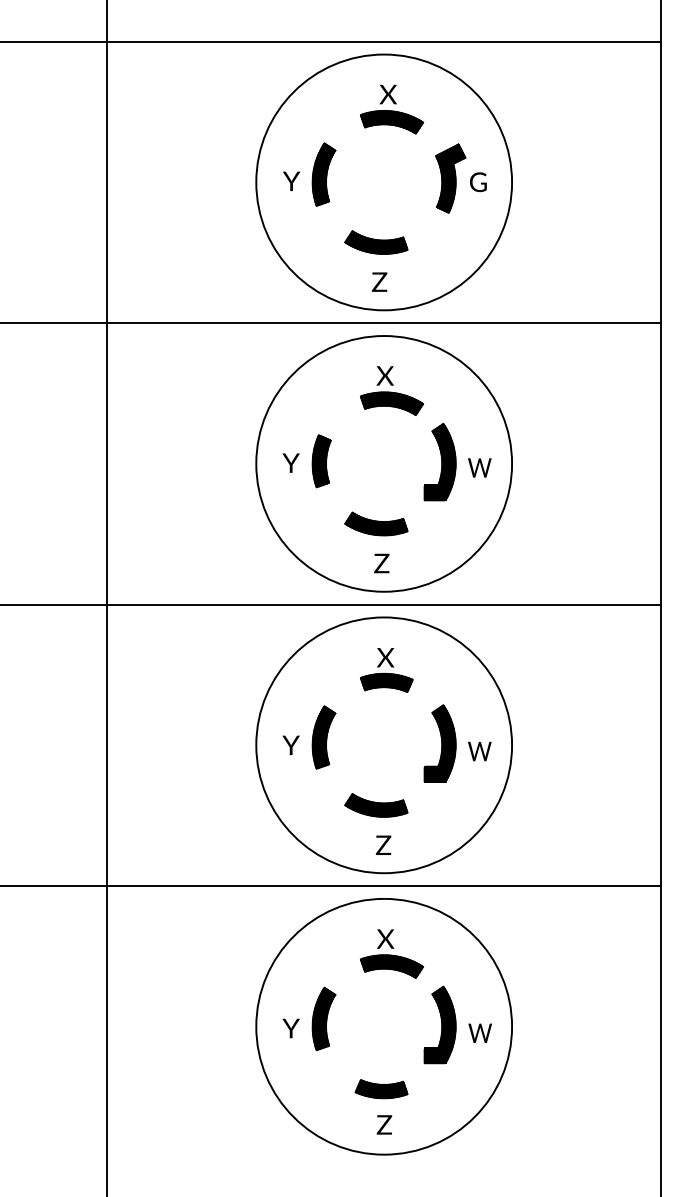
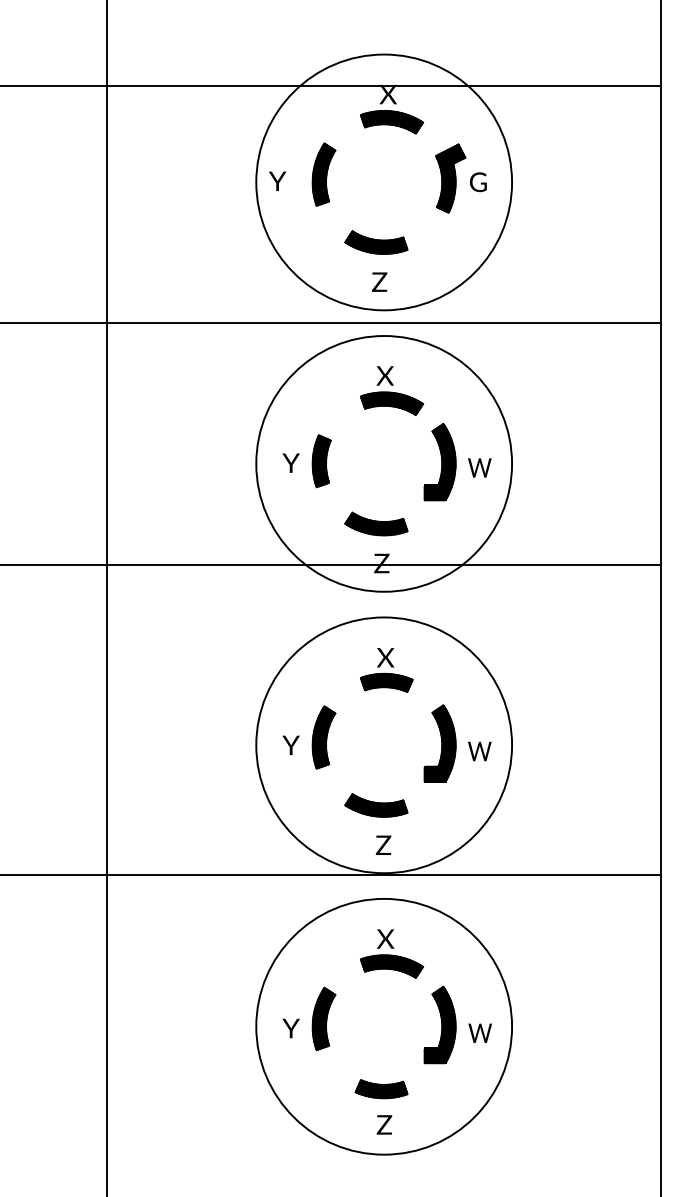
line at (331, 41) position: (331, 41) -> (331, 85)
text at (291, 180) position: (291, 180) -> (277, 180)
line at (331, 604) position: (331, 604) -> (331, 564)
line at (331, 886) position: (331, 886) -> (331, 875)
